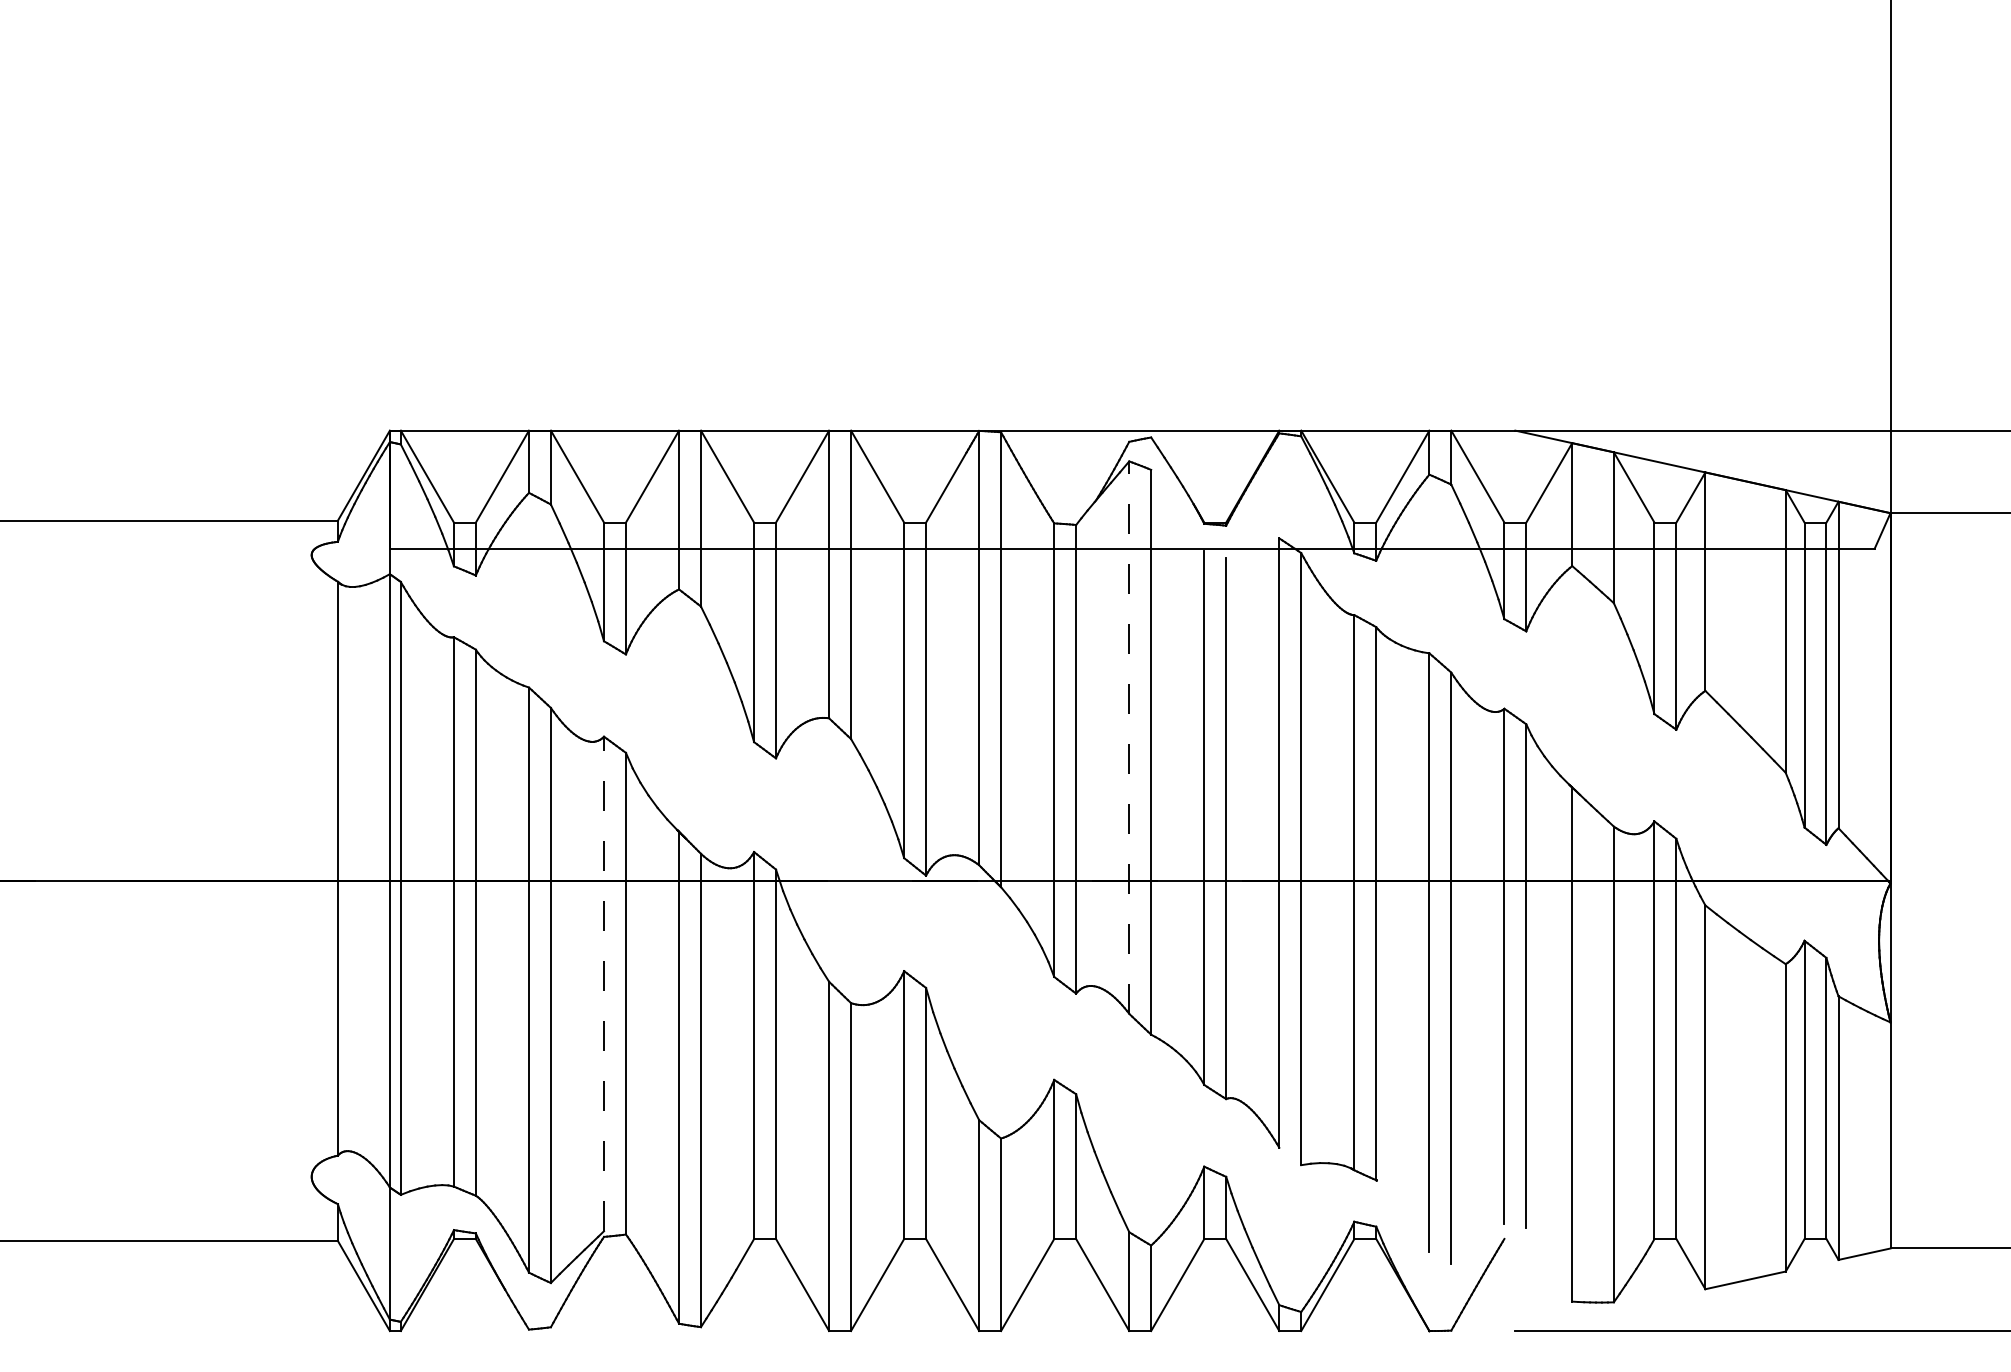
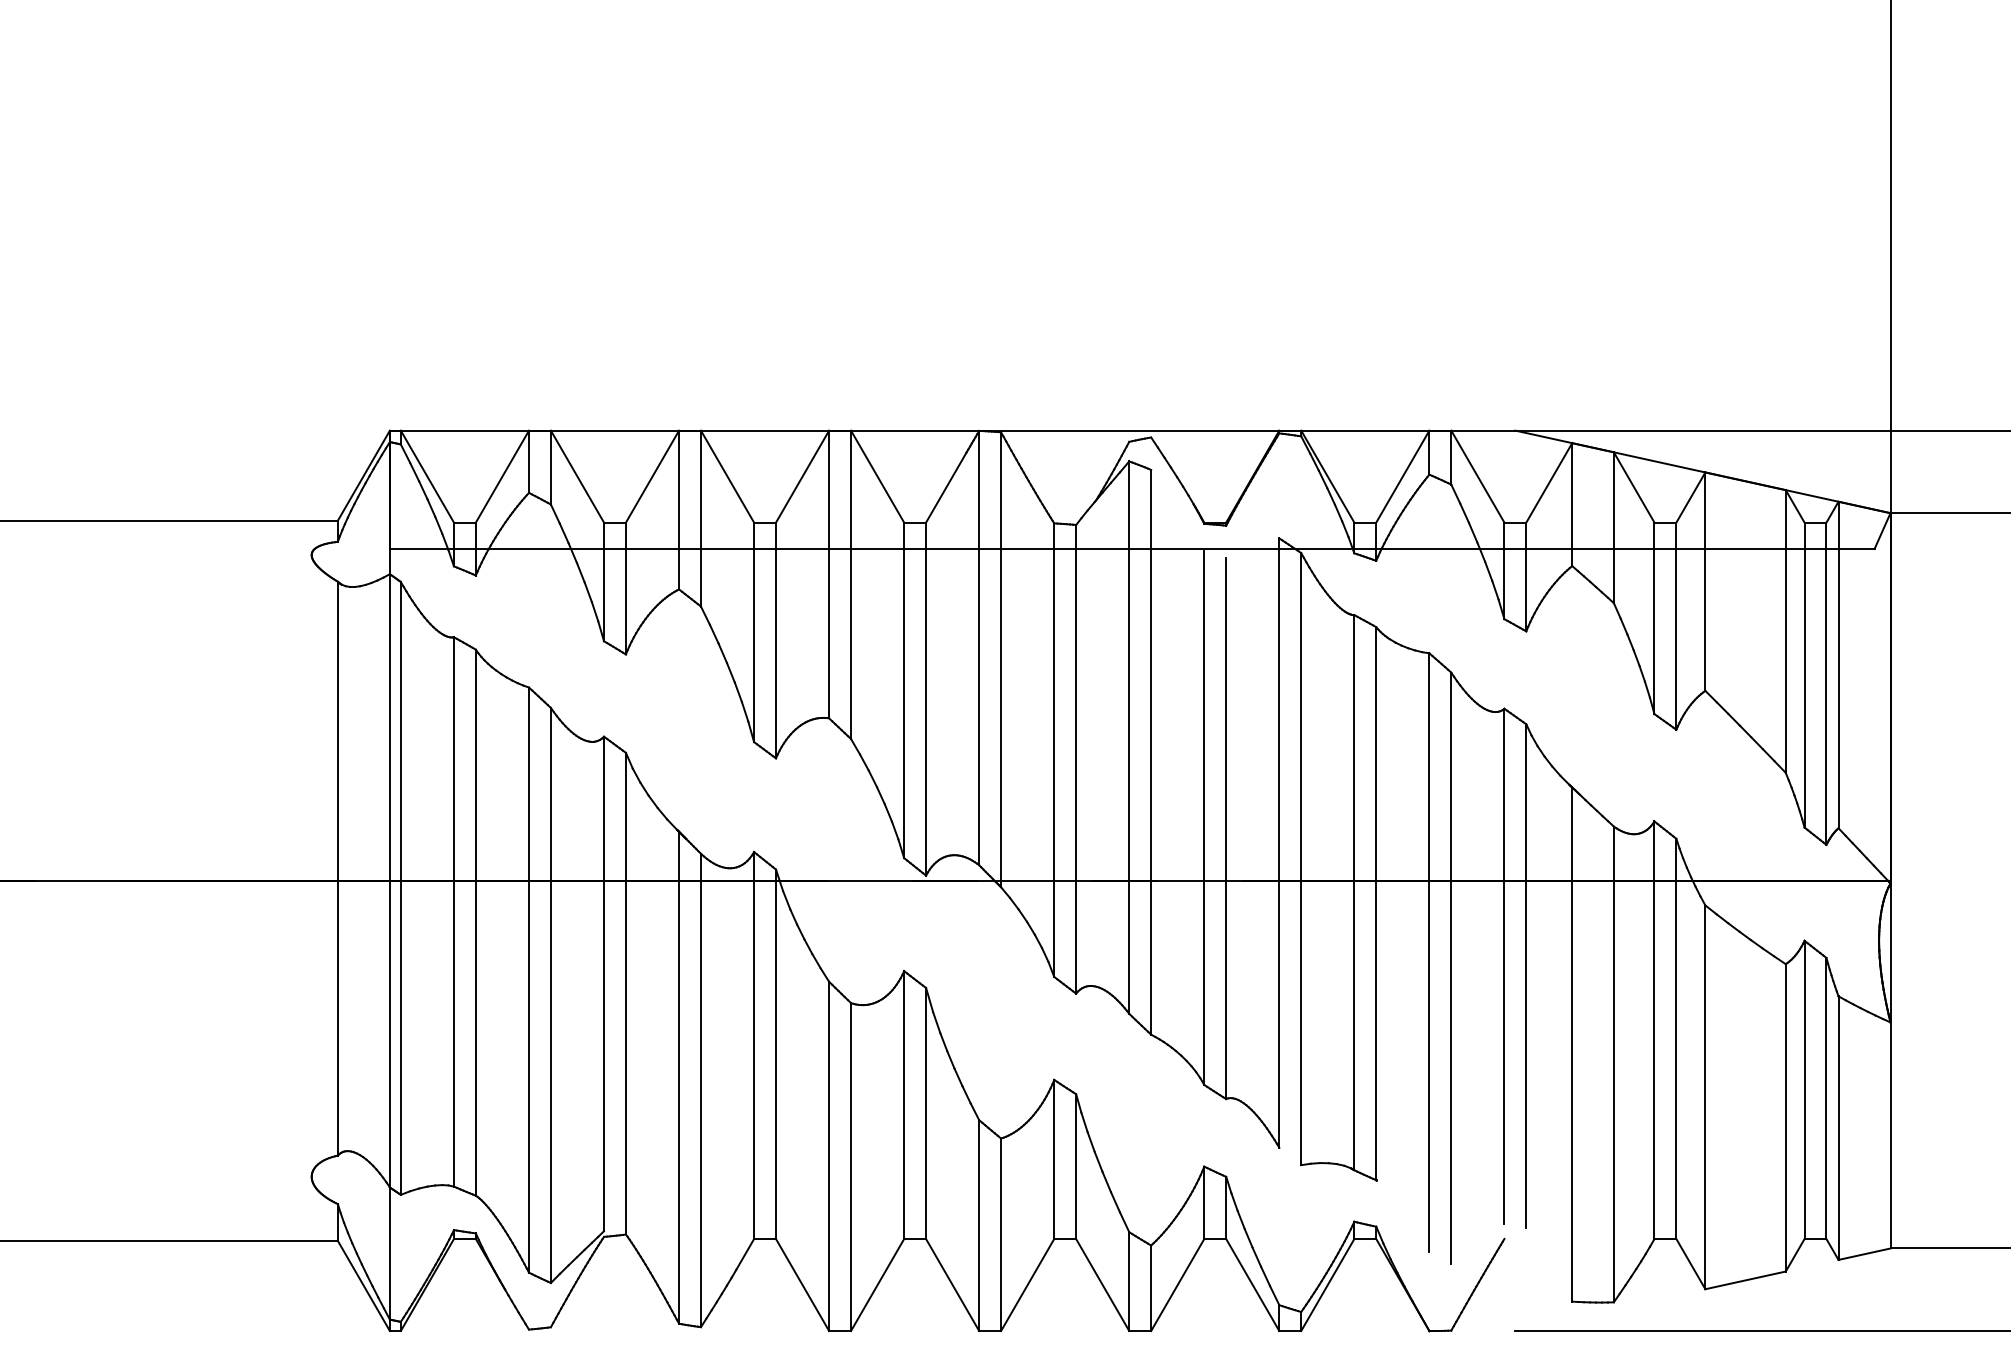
line at (1129, 737): dashed -> solid
line at (604, 983): dashed -> solid
